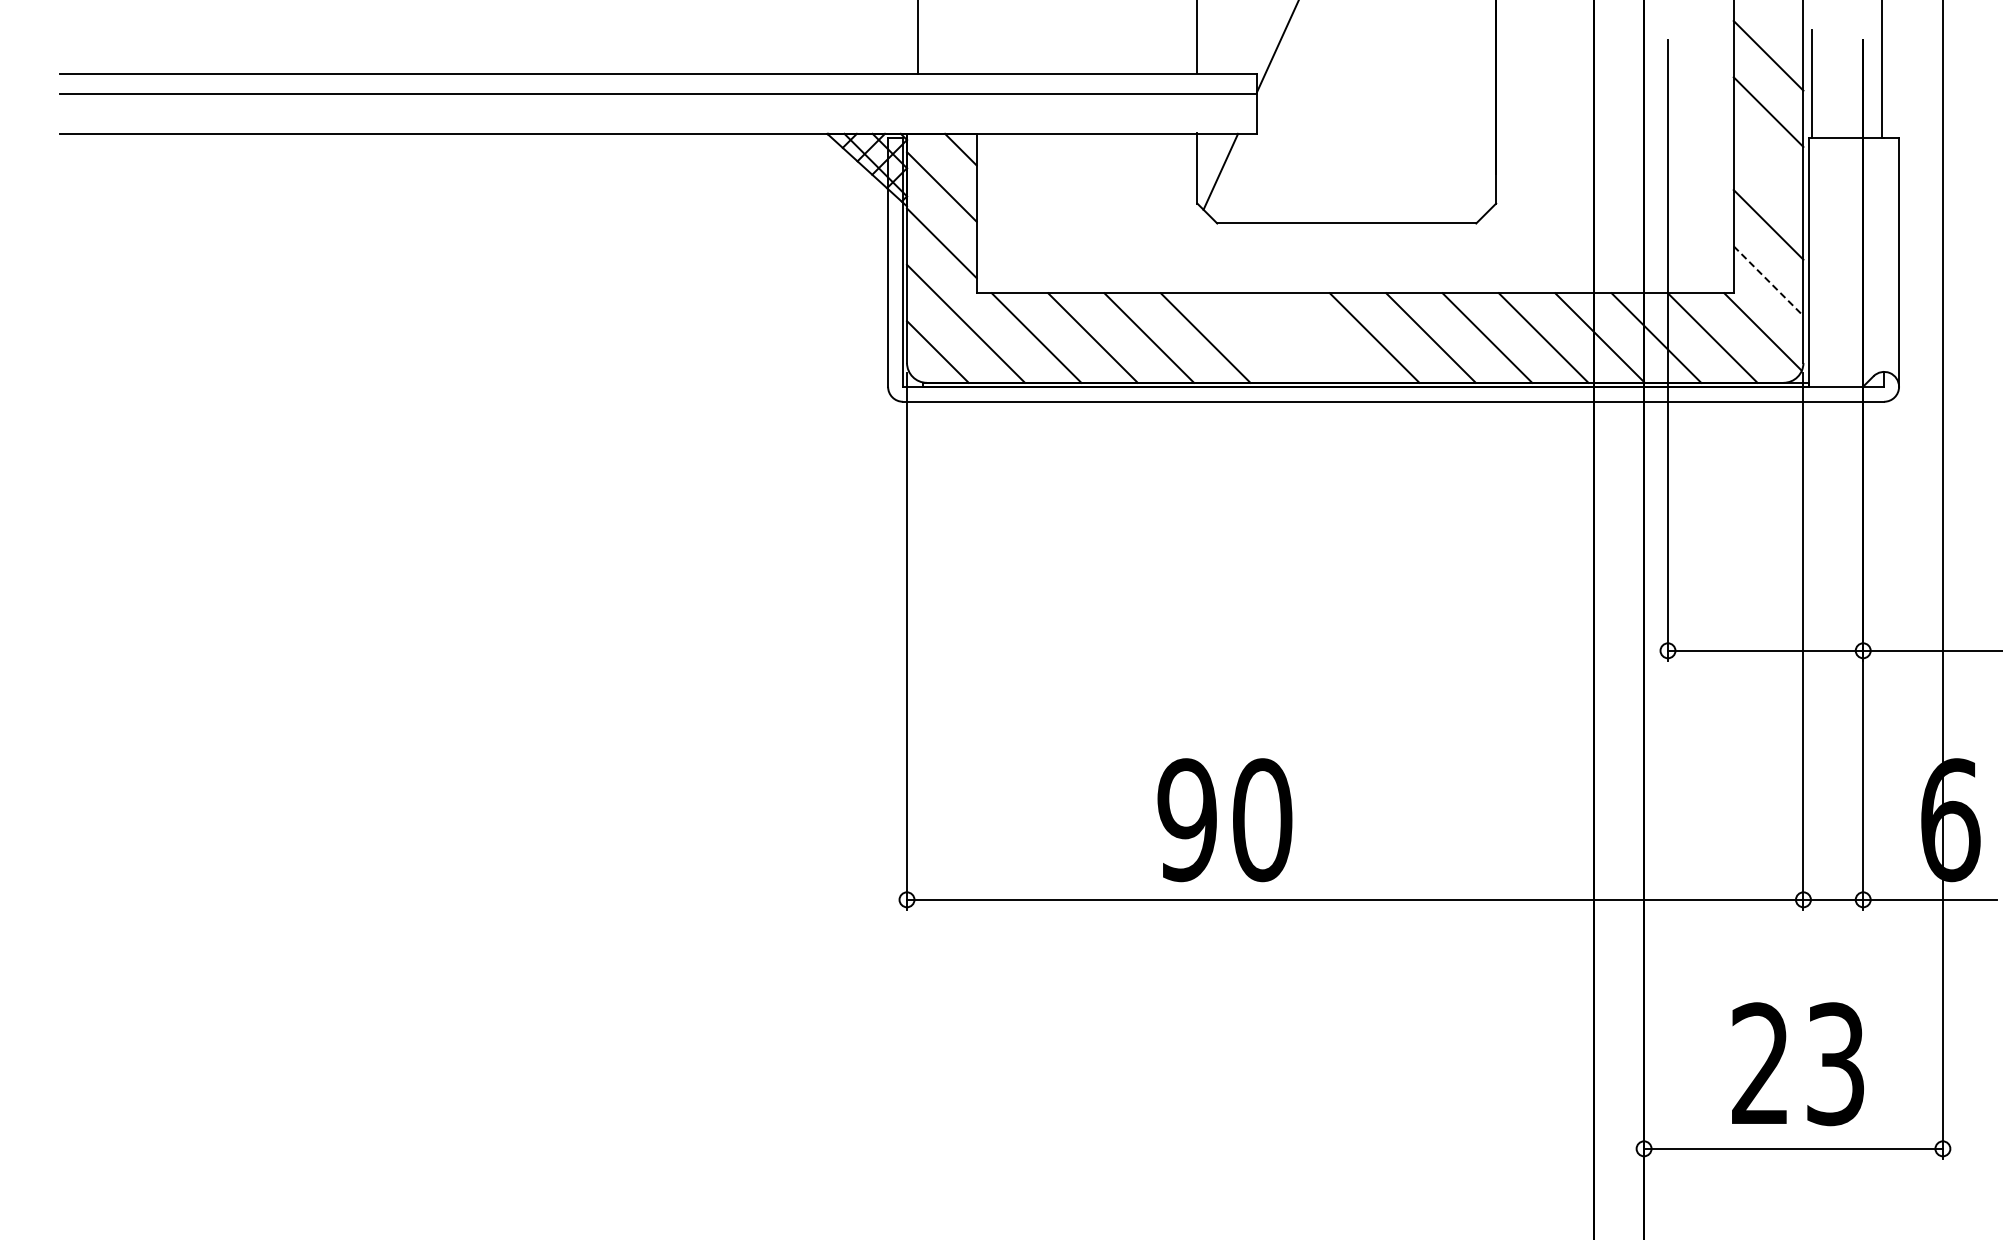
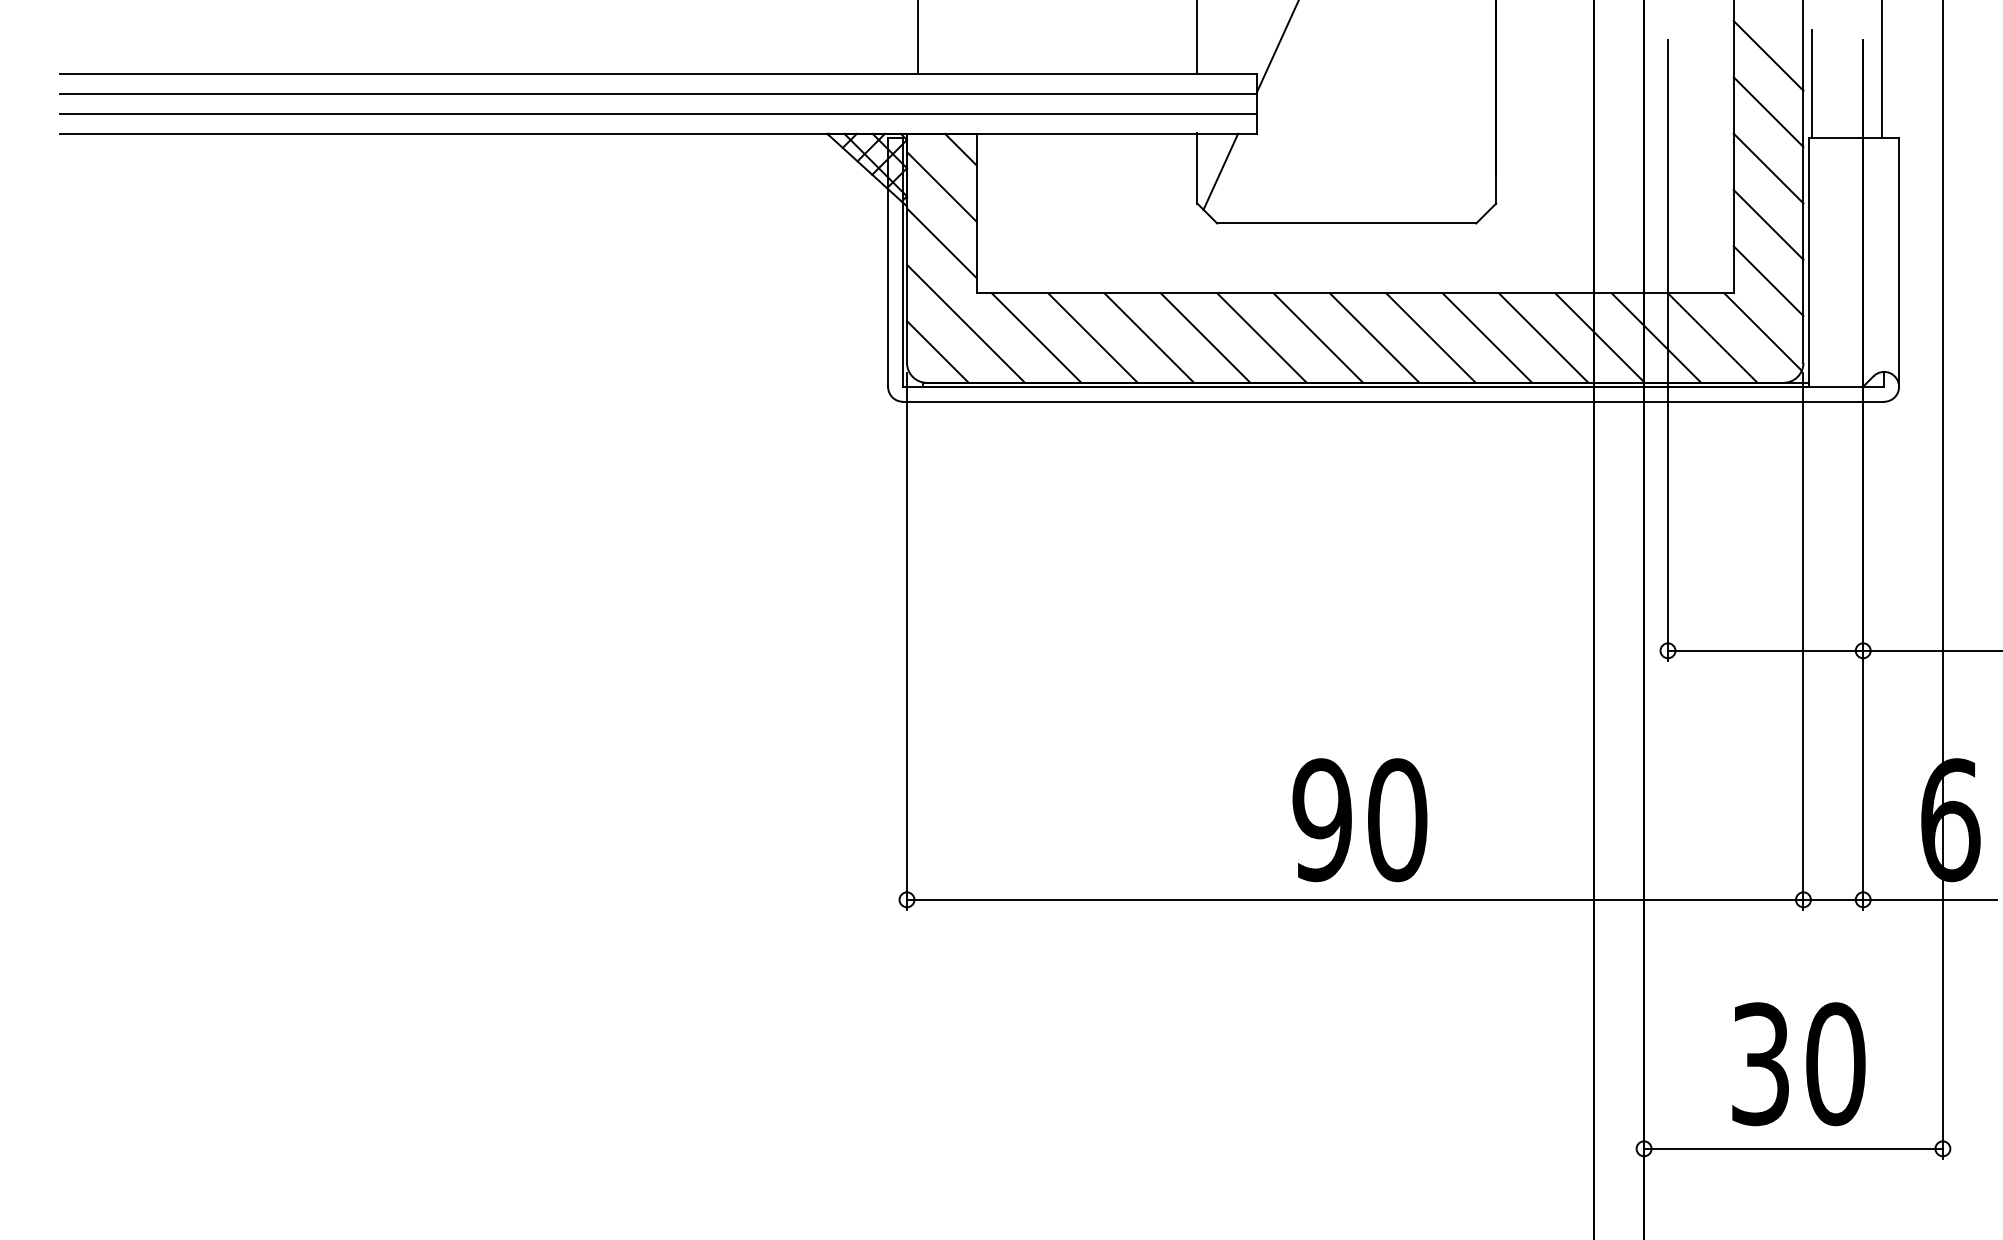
line at (658, 113): none -> present
line at (1768, 168): none -> present
line at (1768, 281): dashed -> solid
line at (1261, 337): none -> present
line at (1318, 337): none -> present
text at (1224, 820) position: (1224, 820) -> (1359, 820)
text at (1798, 1064): 23 -> 30
